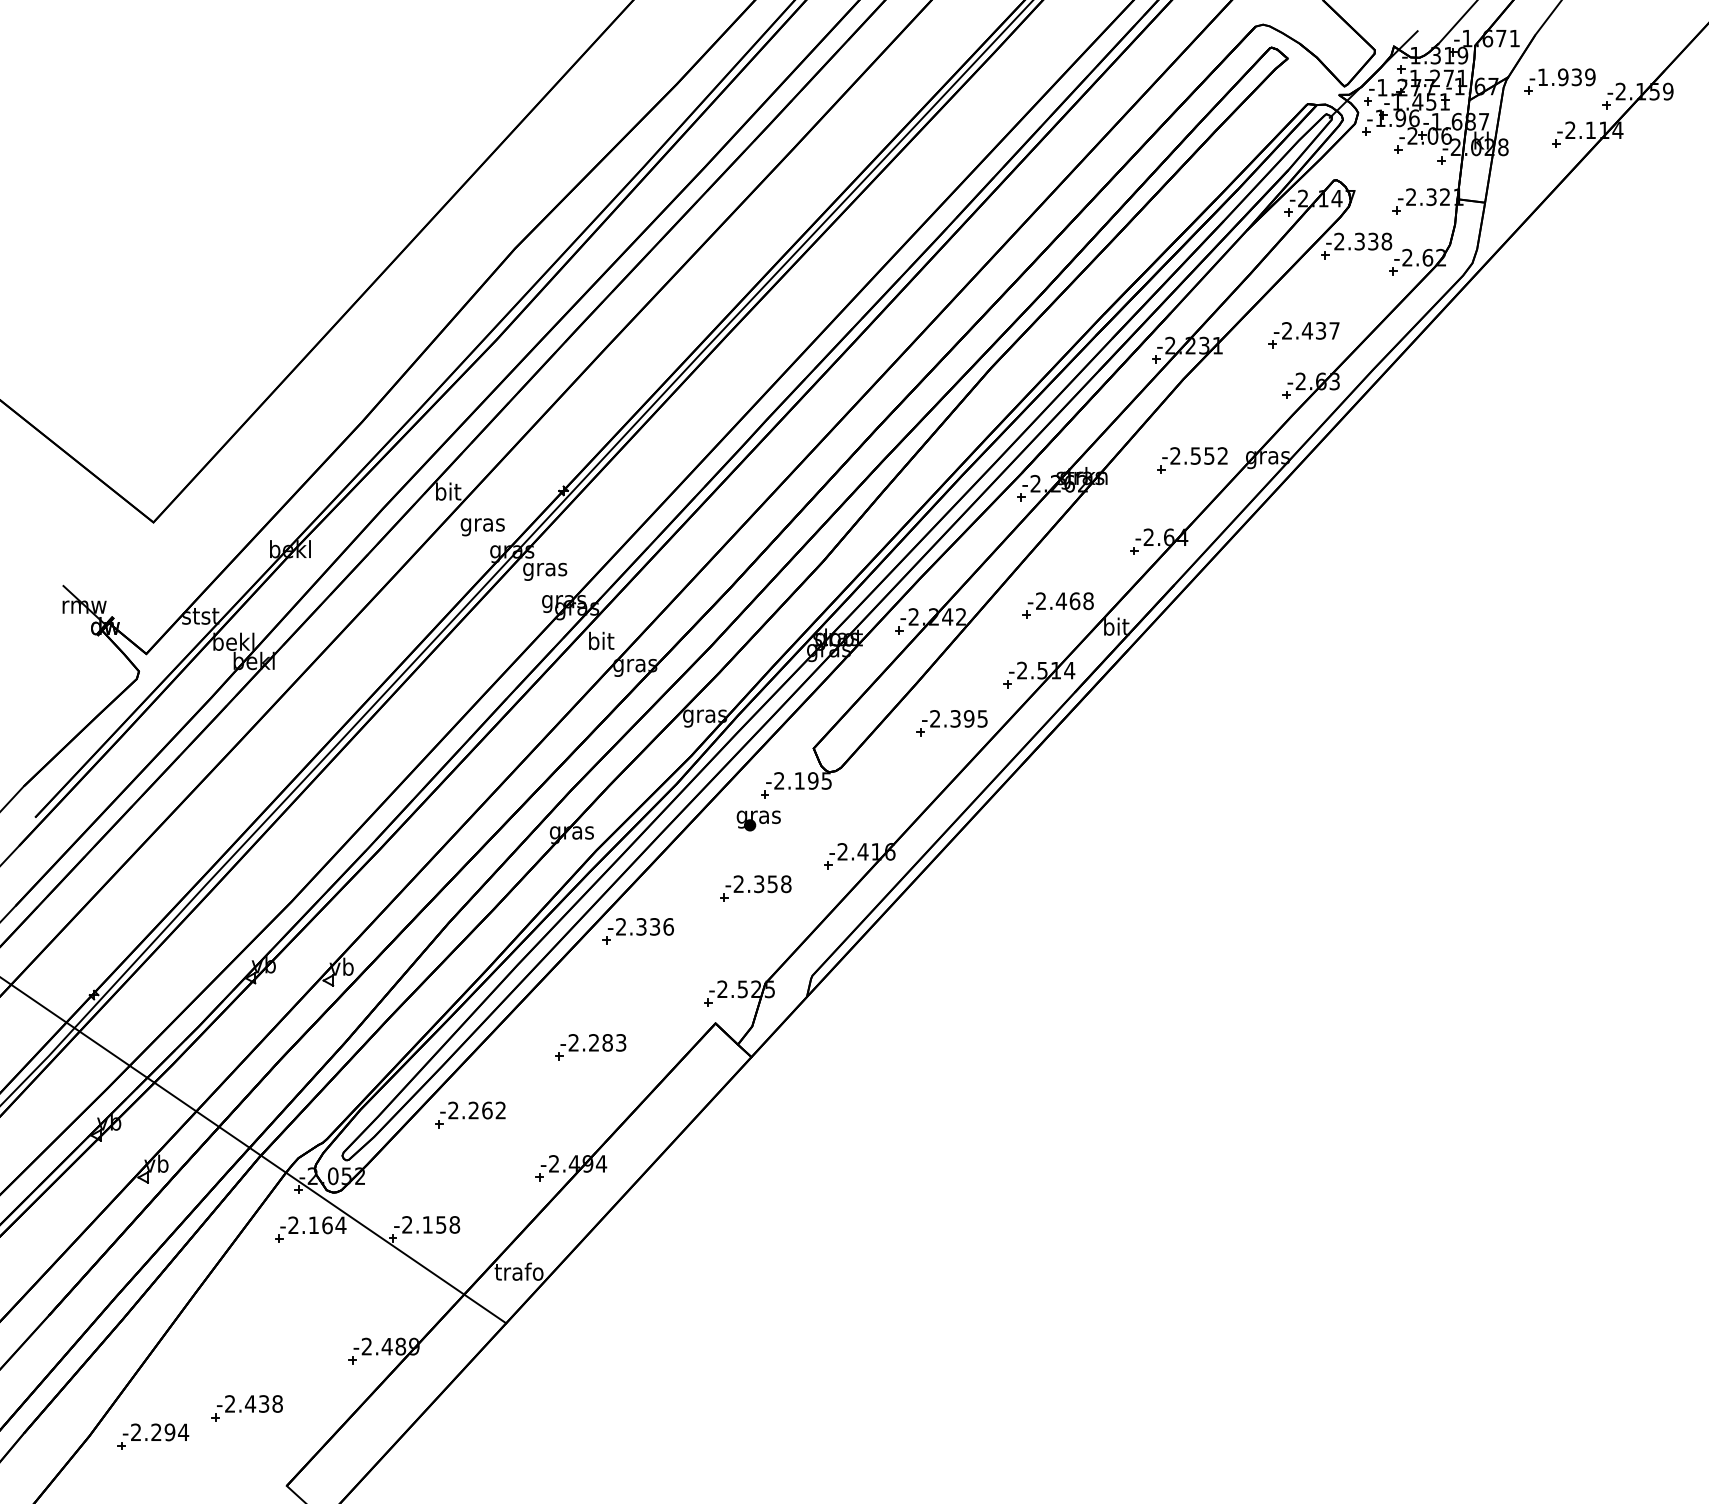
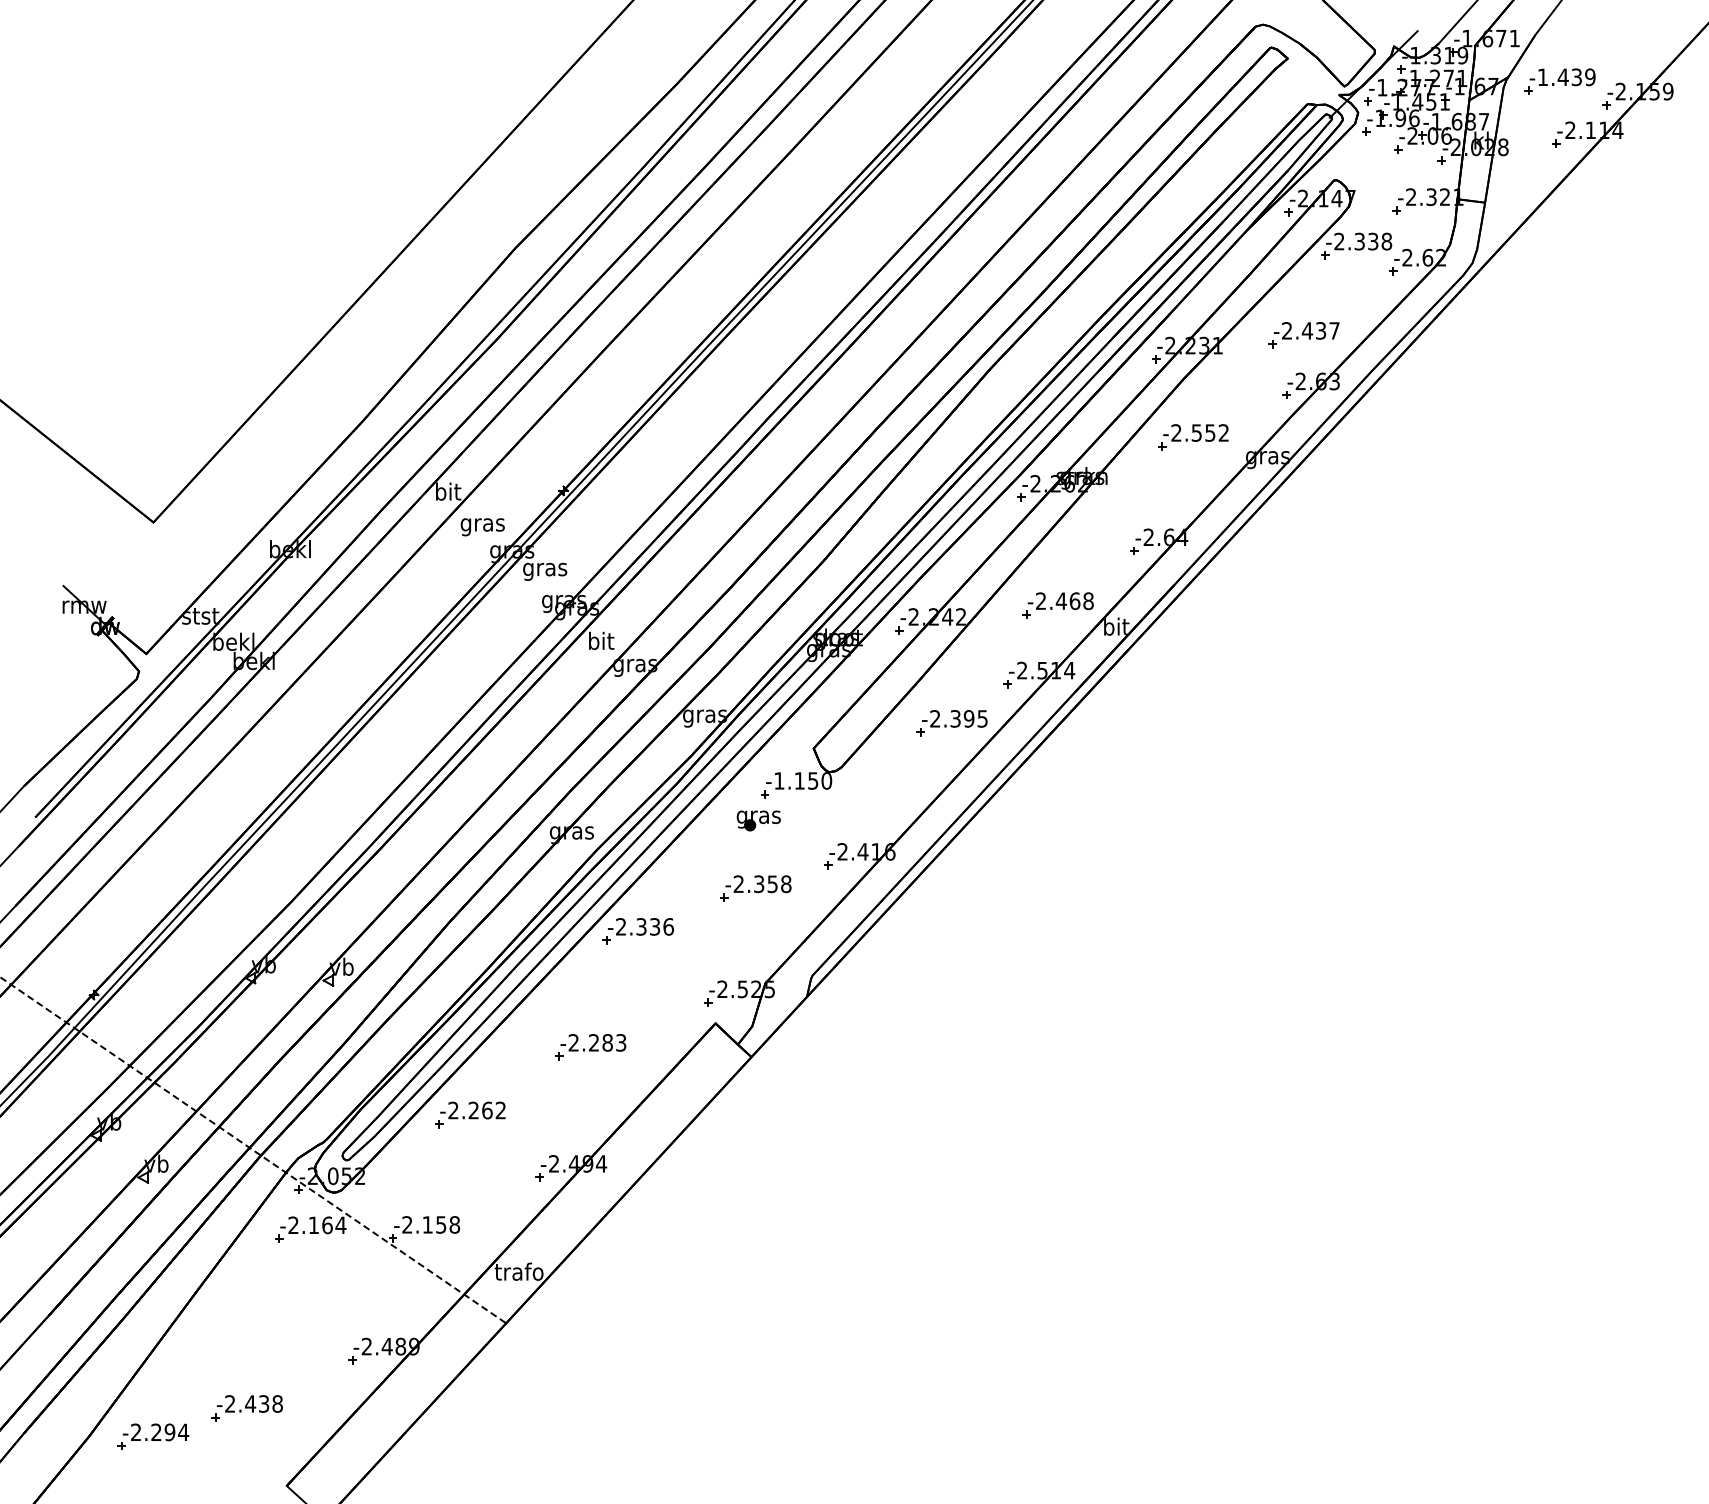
text at (1562, 77): -1.939 -> -1.439
part at (1192, 460) position: (1192, 460) -> (1193, 437)
text at (803, 780): -2.195 -> -1.150
line at (253, 1150): solid -> dashed
